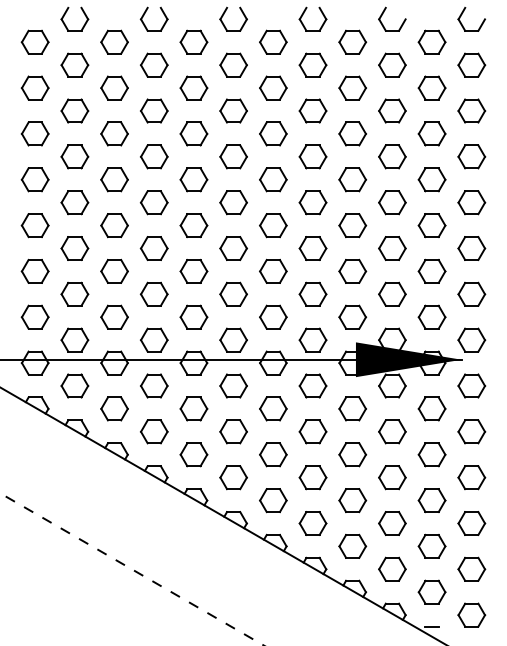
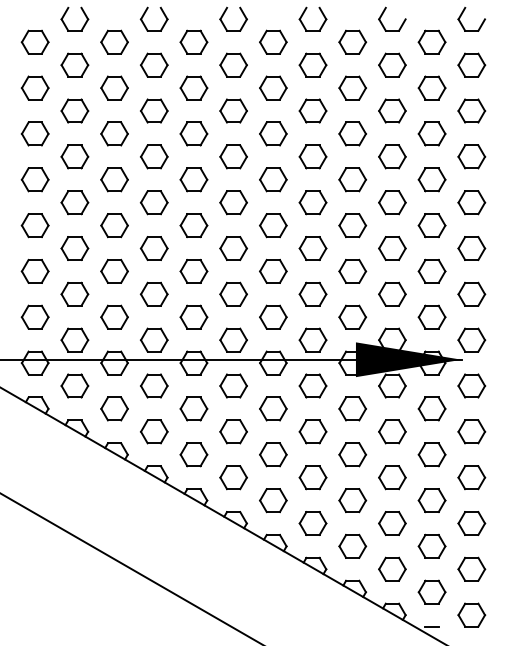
line at (132, 569): dashed -> solid
